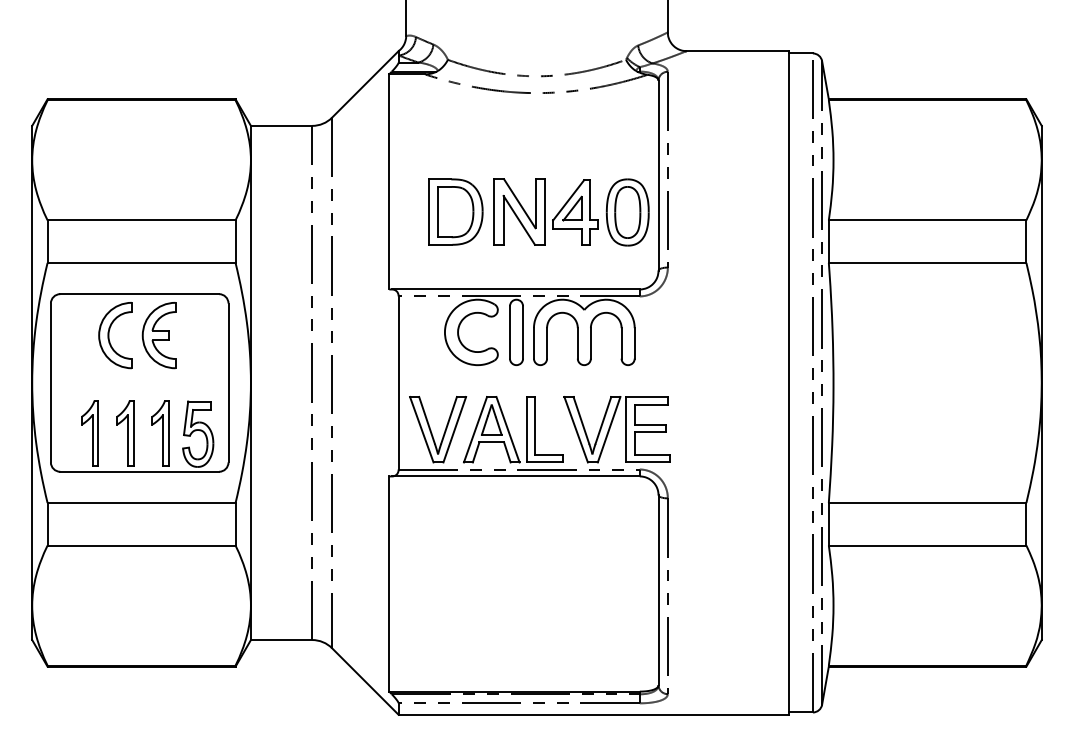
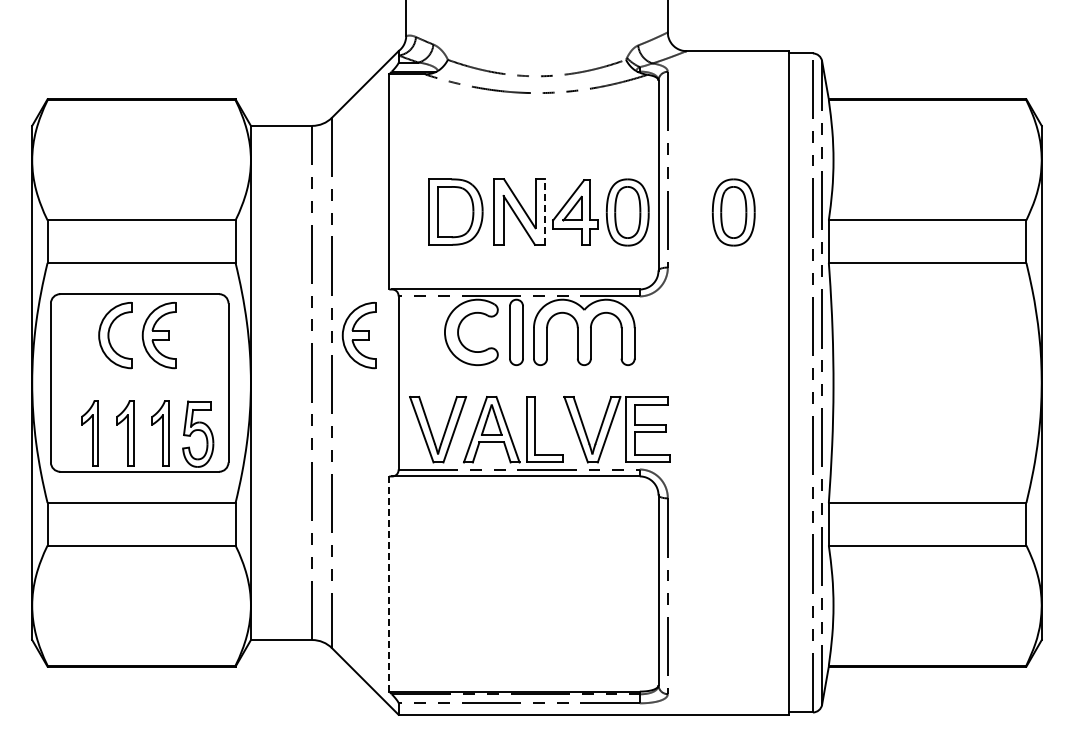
line at (544, 212): solid -> dashed
part at (733, 212): none -> present
part at (358, 335): none -> present
line at (389, 584): solid -> dashed
